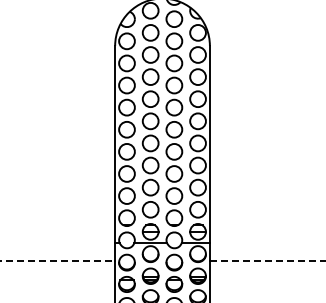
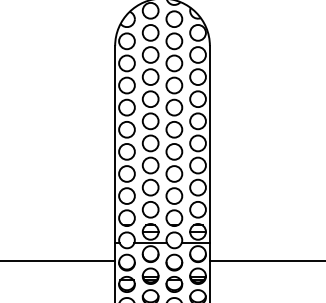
line at (57, 260): dashed -> solid
line at (268, 260): dashed -> solid
